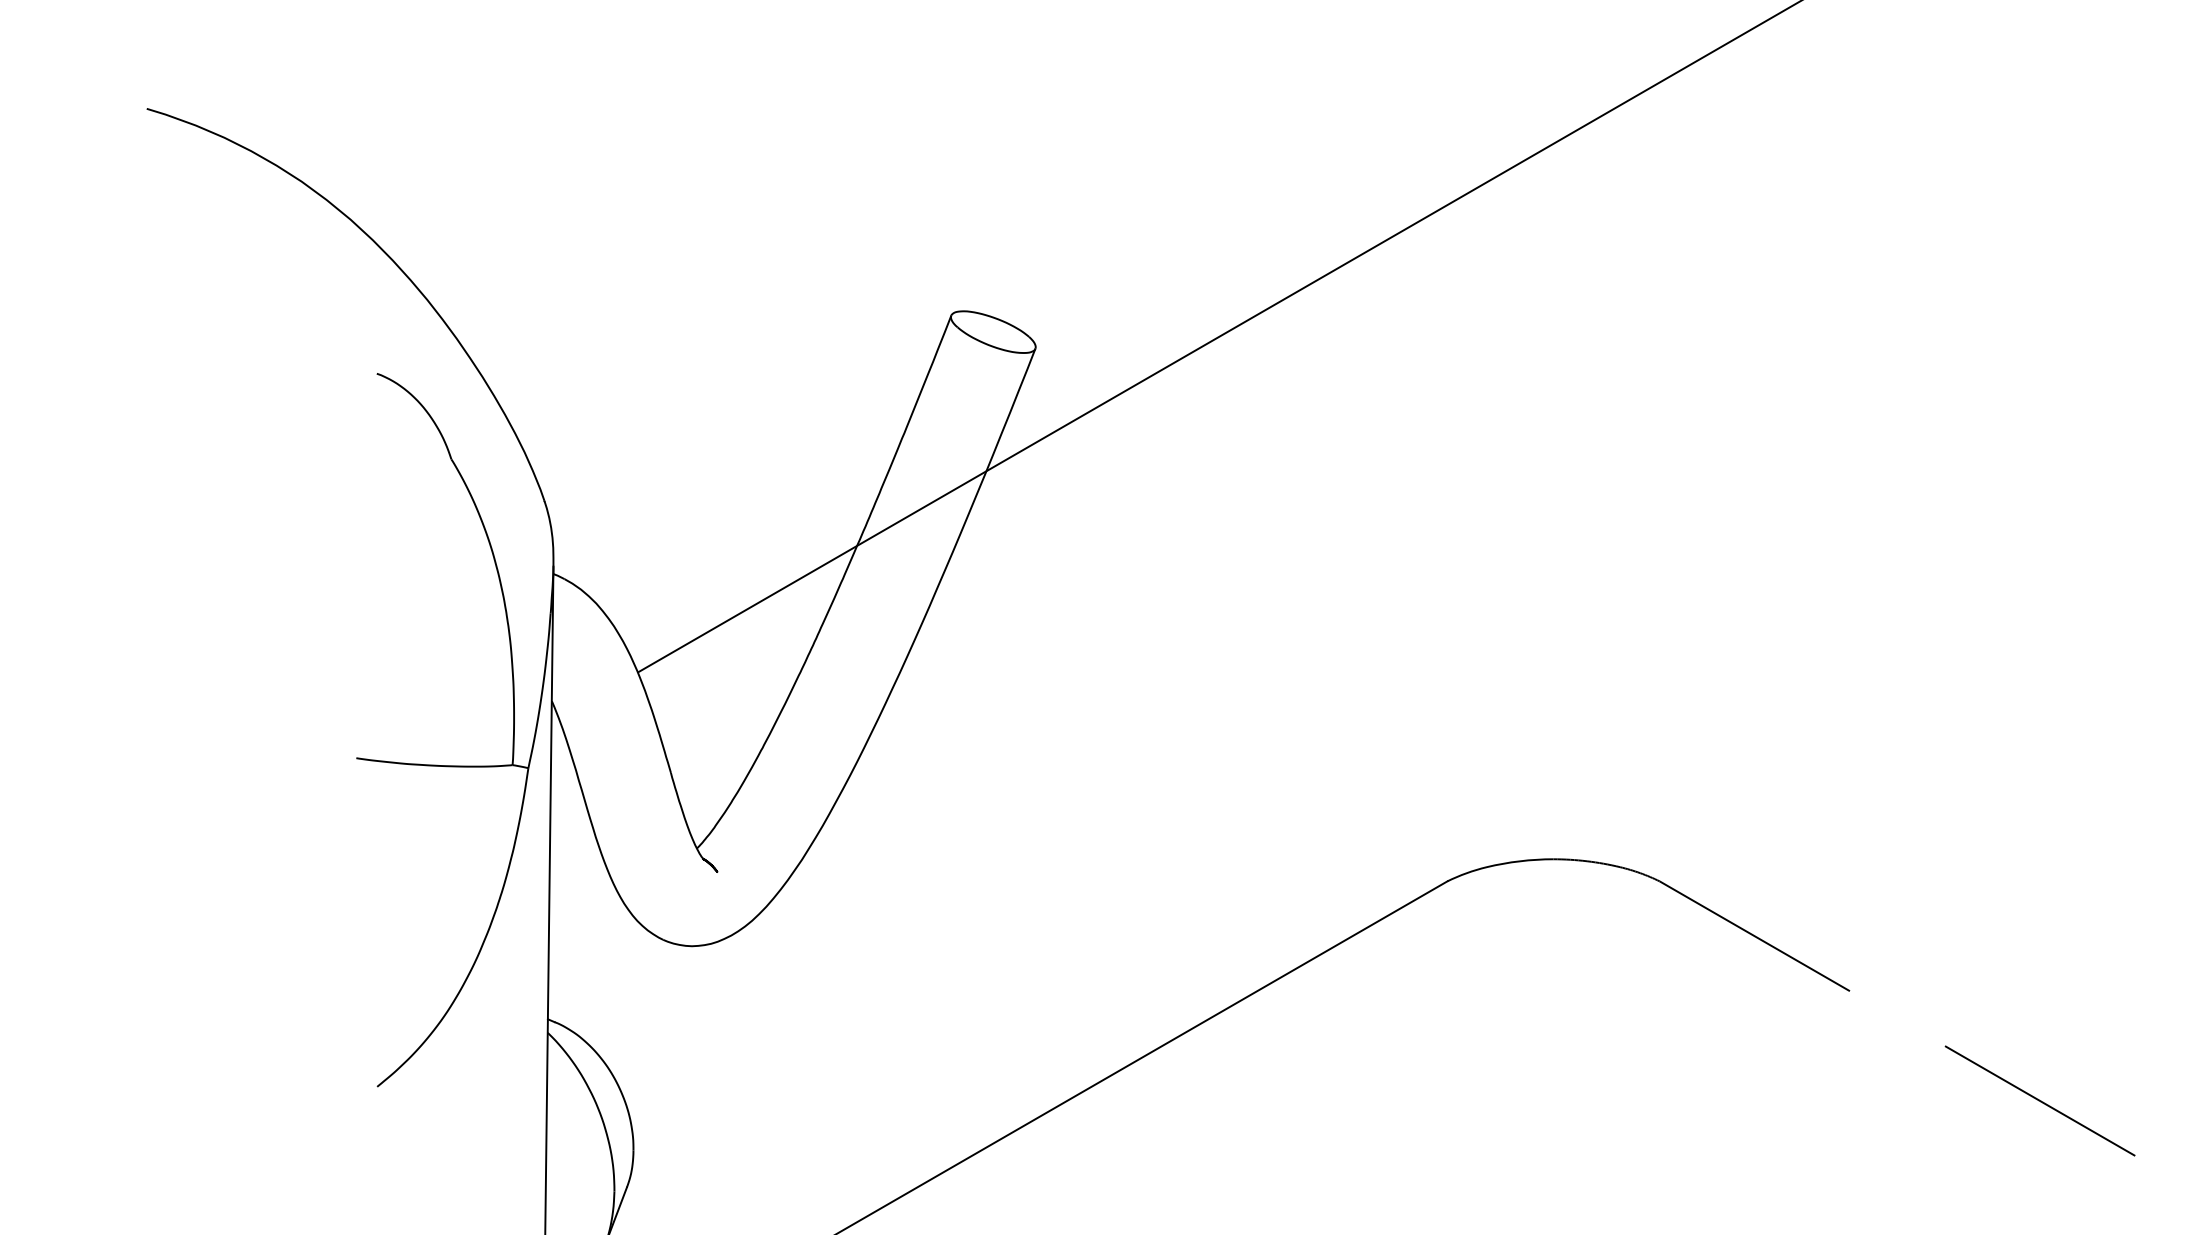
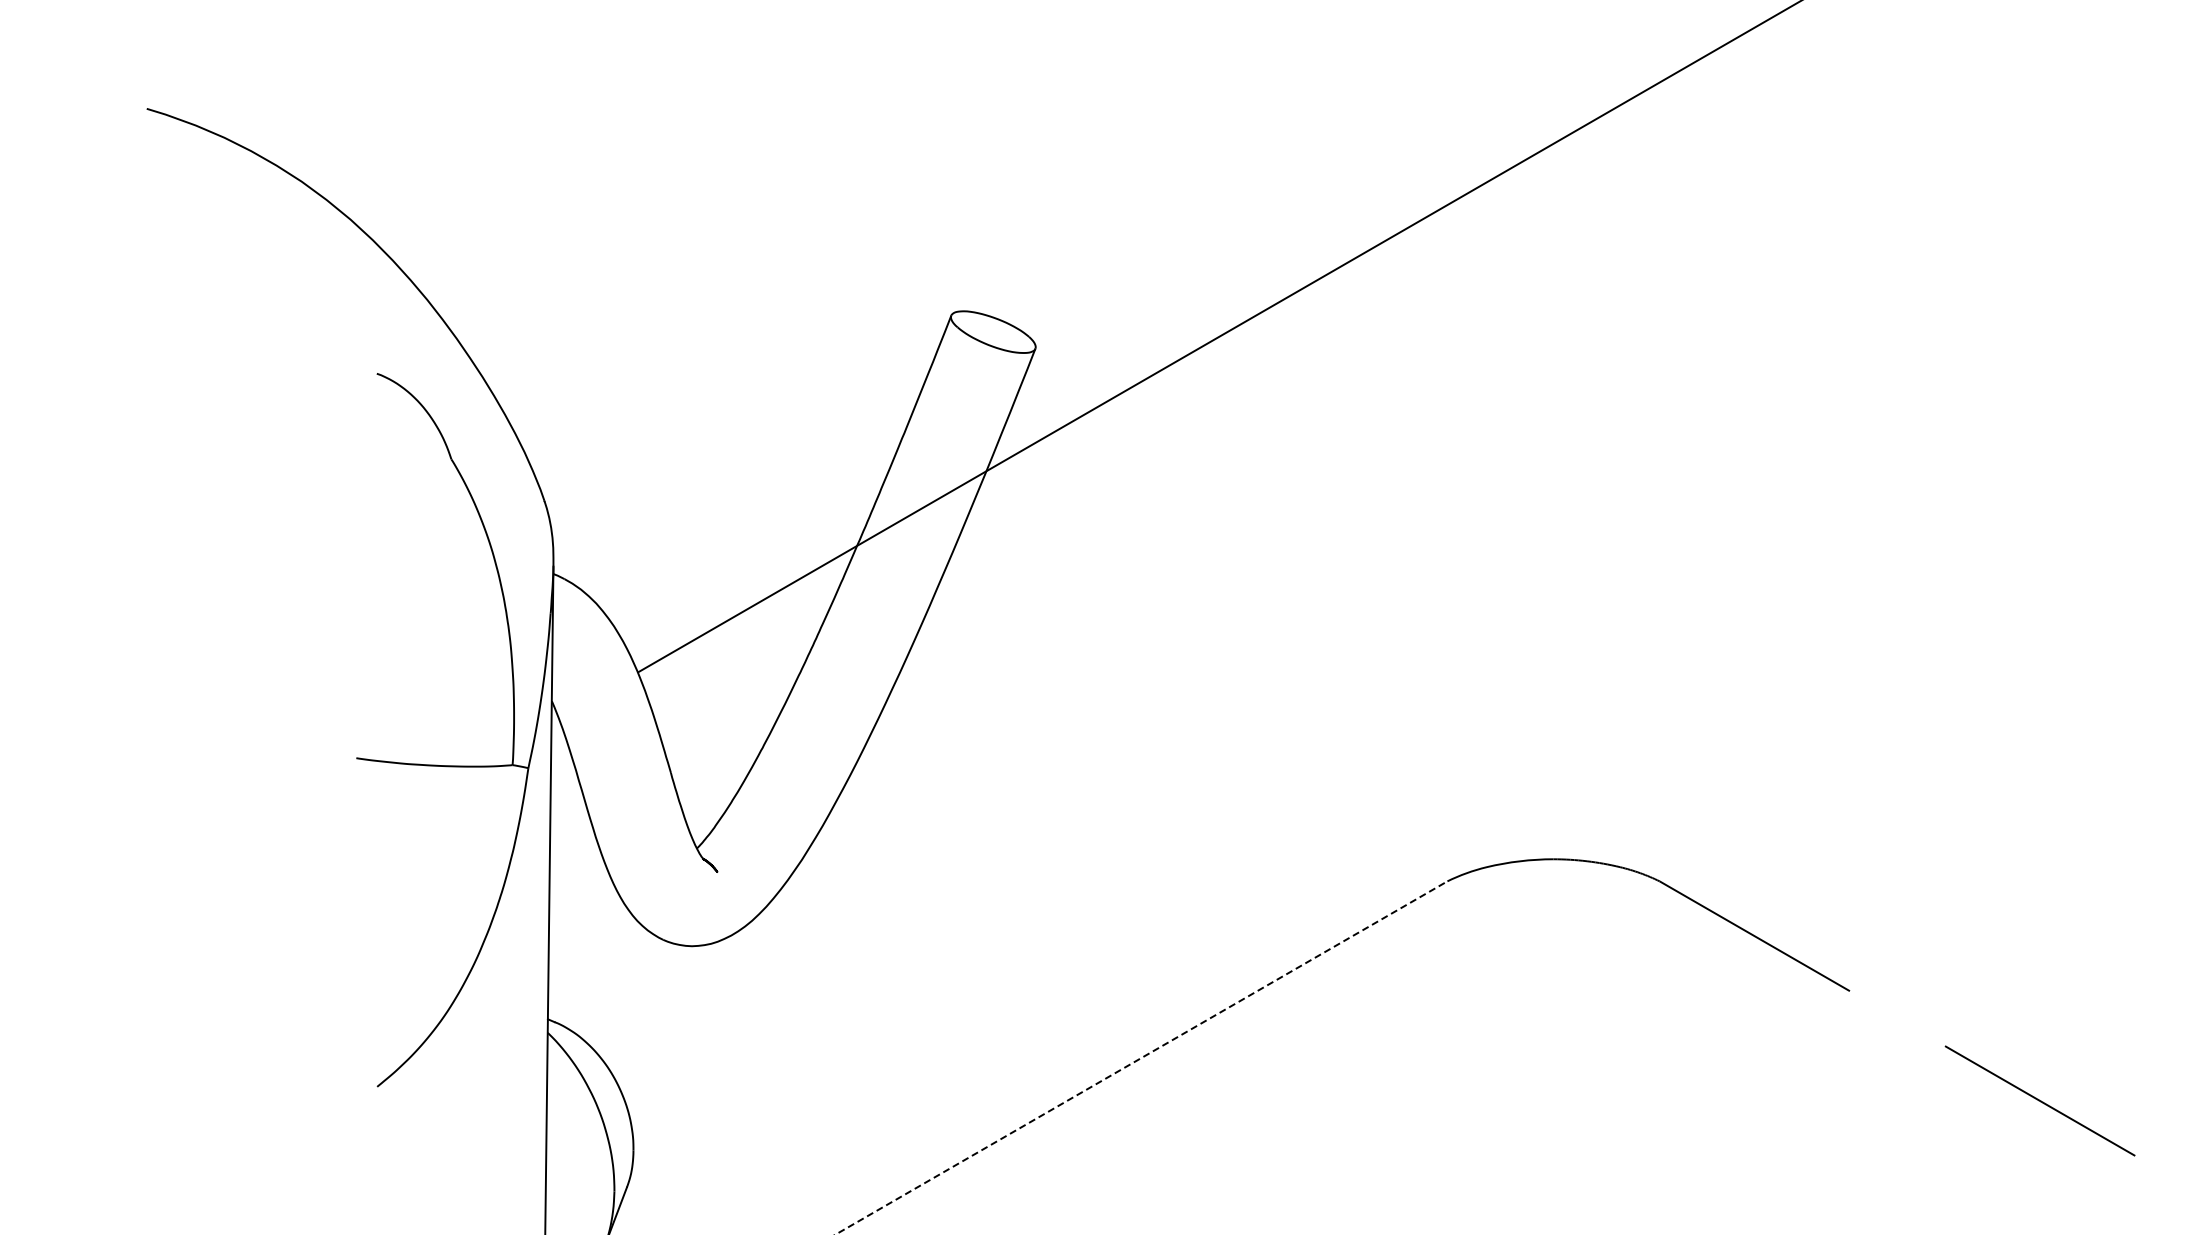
line at (1142, 1057): solid -> dashed
